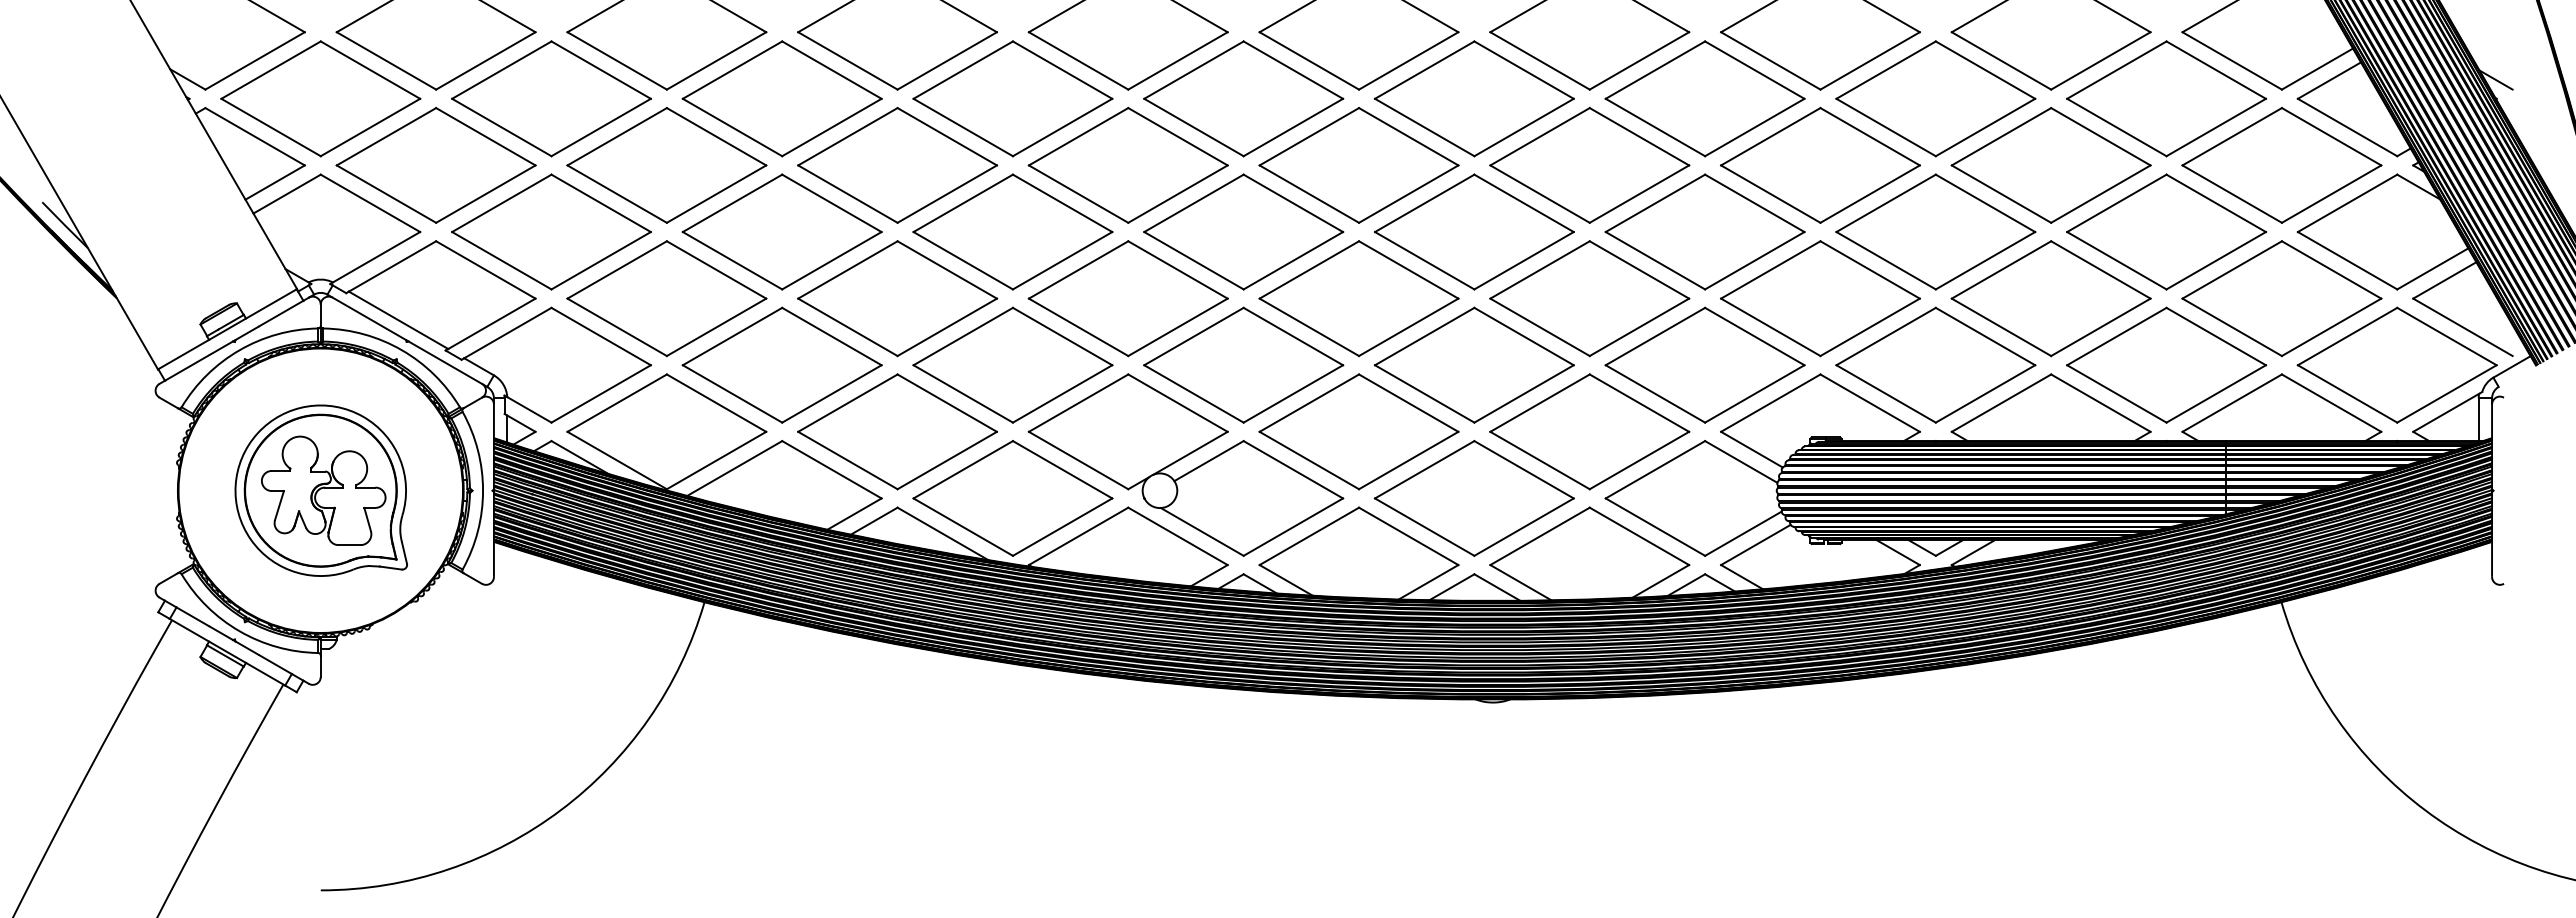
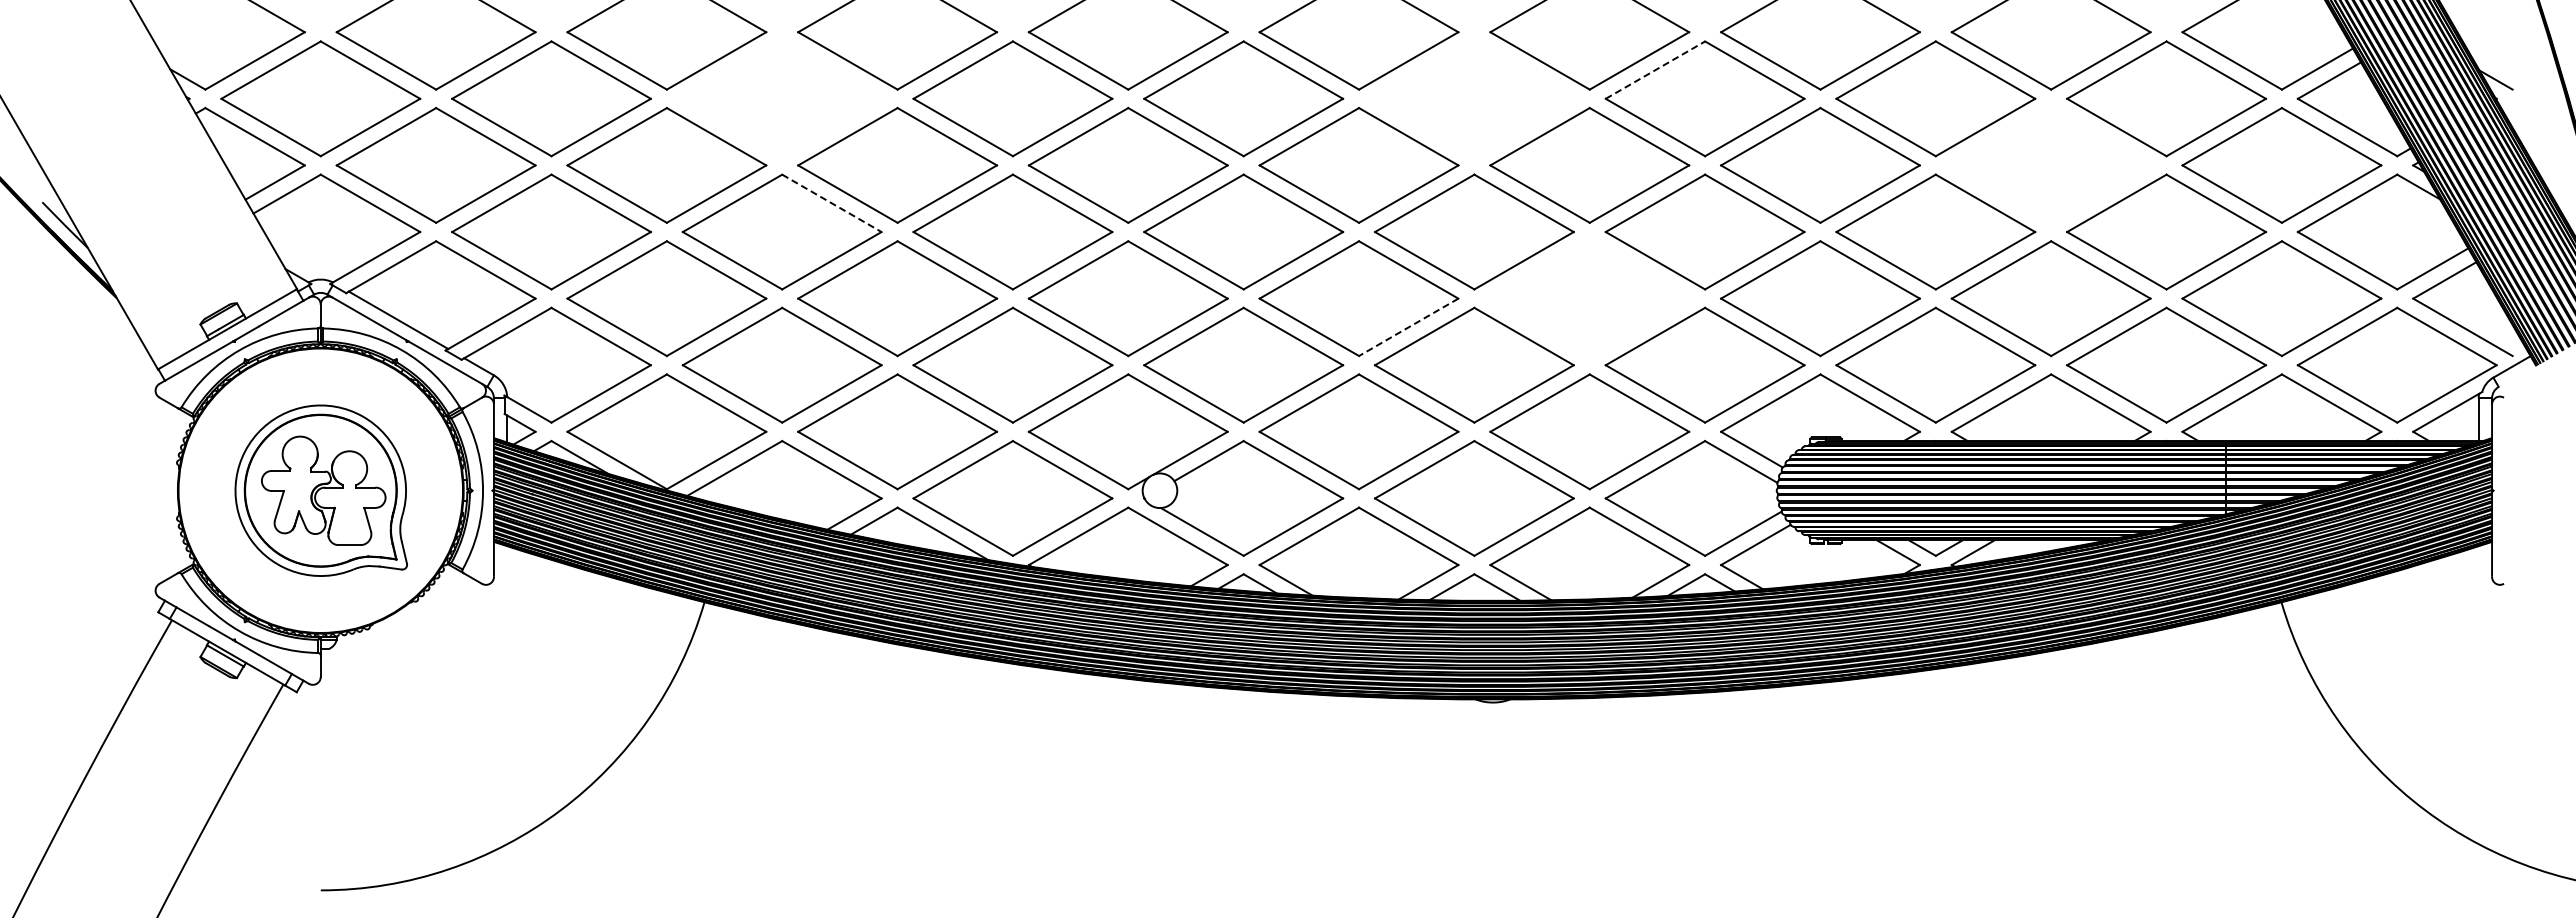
line at (1655, 69): solid -> dashed
part at (781, 98): present -> none
part at (1474, 98): present -> none
part at (2050, 165): present -> none
line at (832, 203): solid -> dashed
part at (1589, 298): present -> none
line at (1408, 327): solid -> dashed
